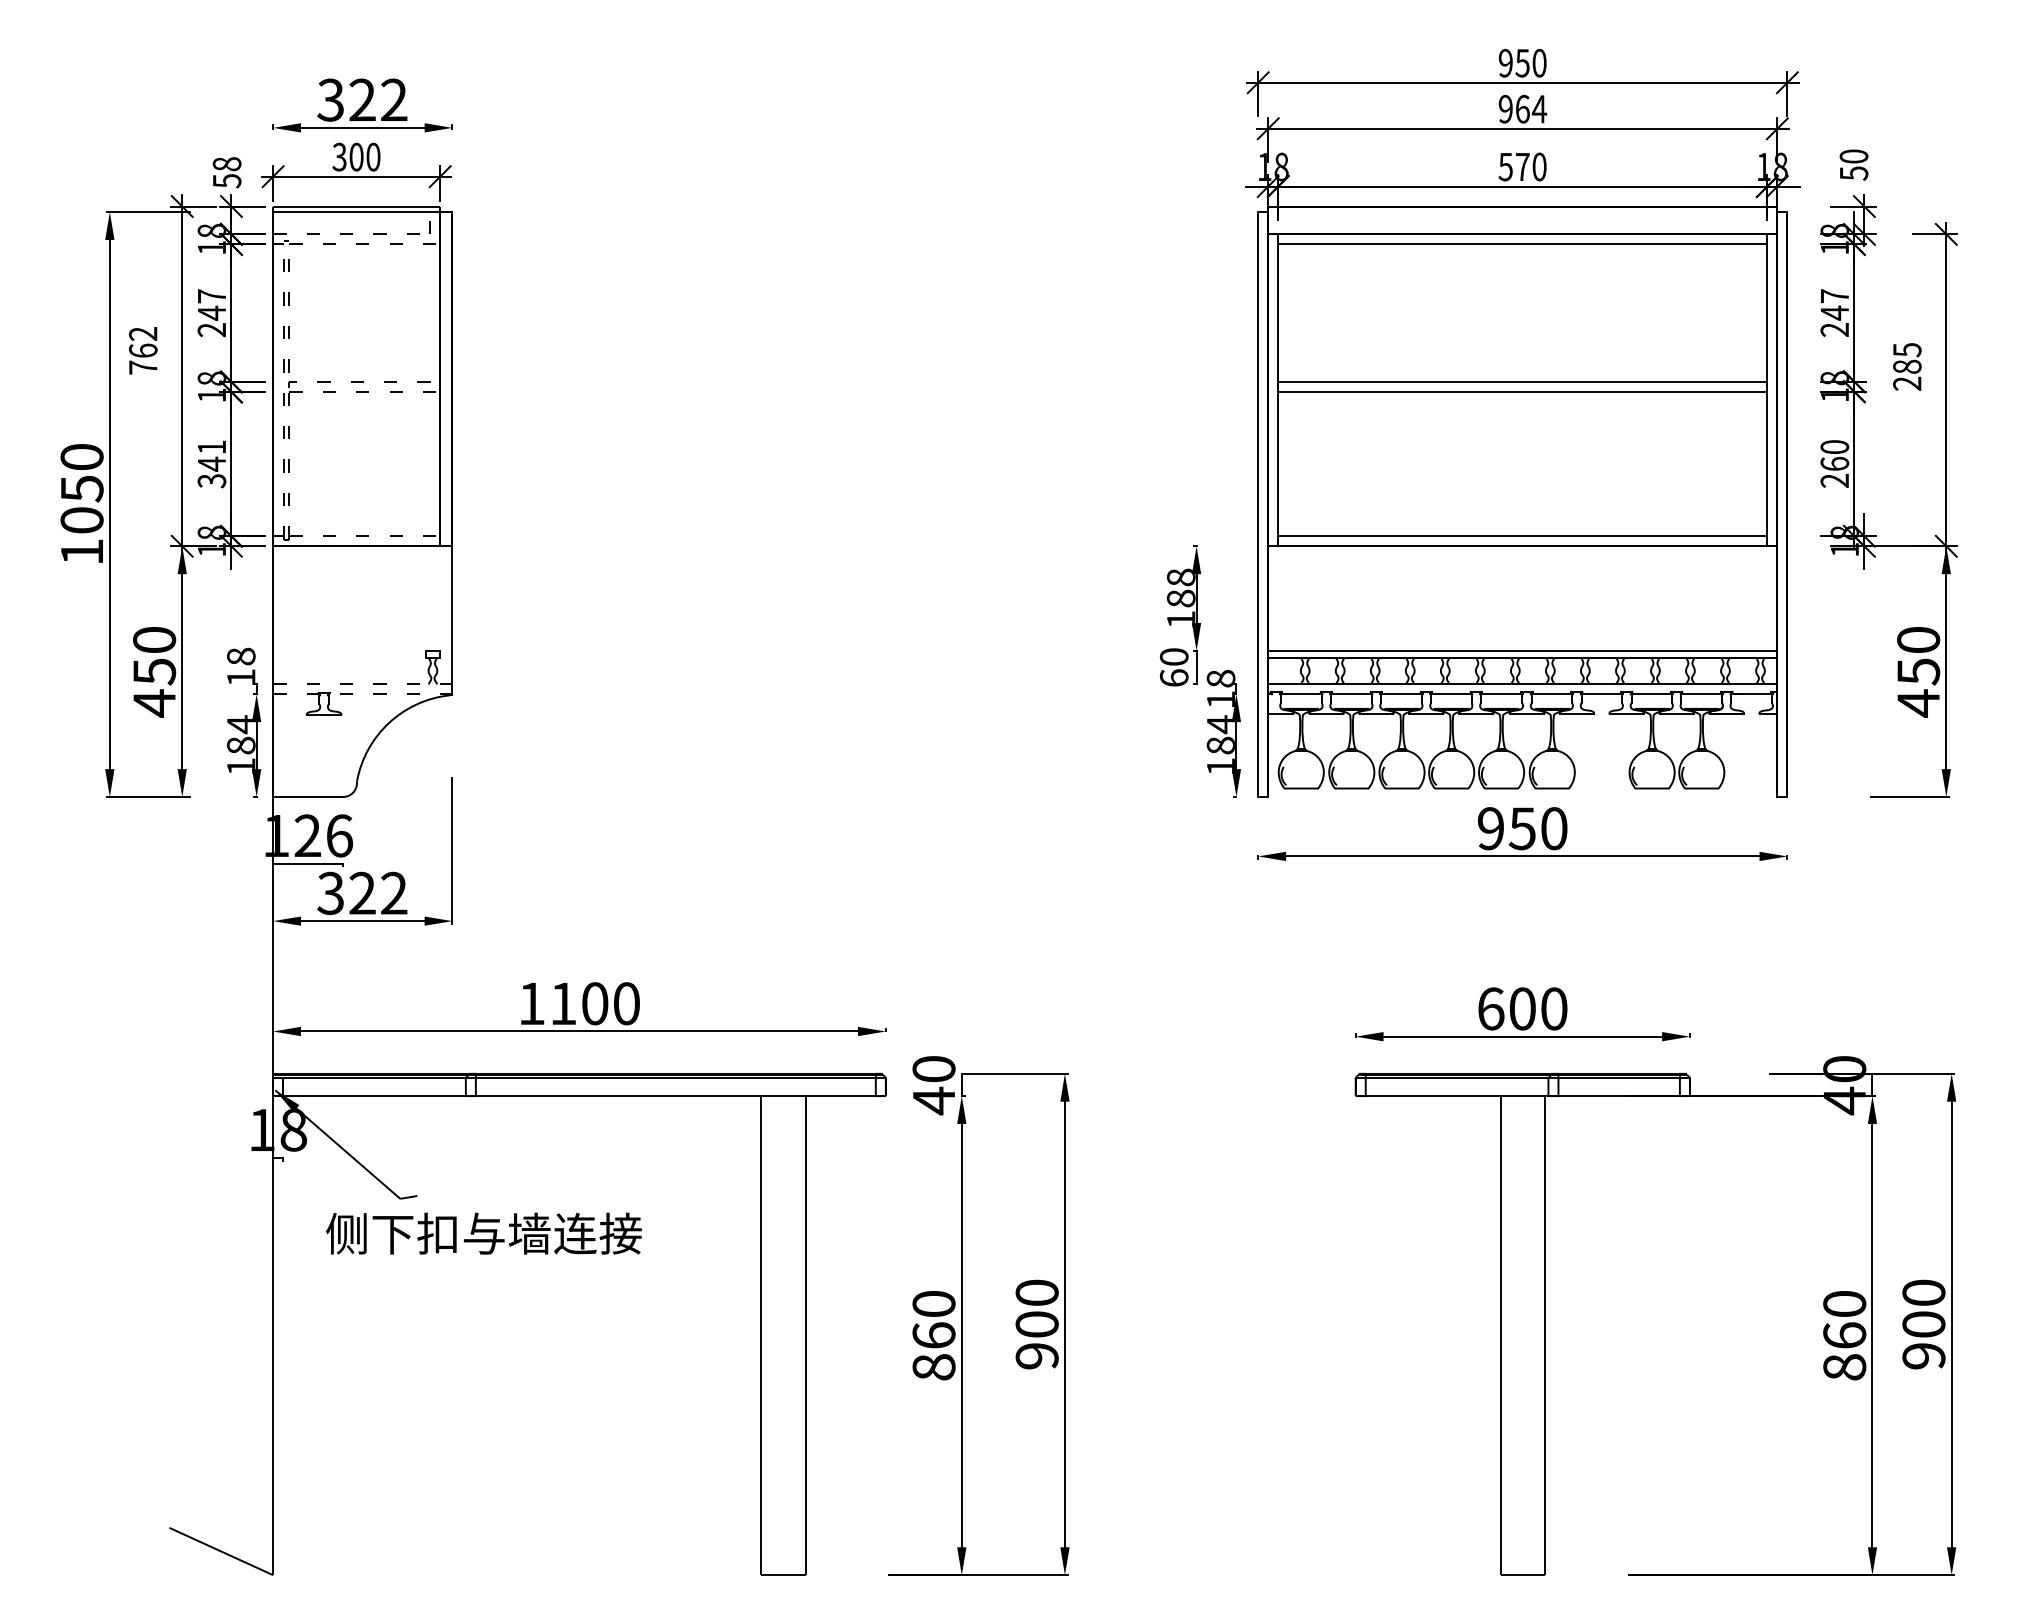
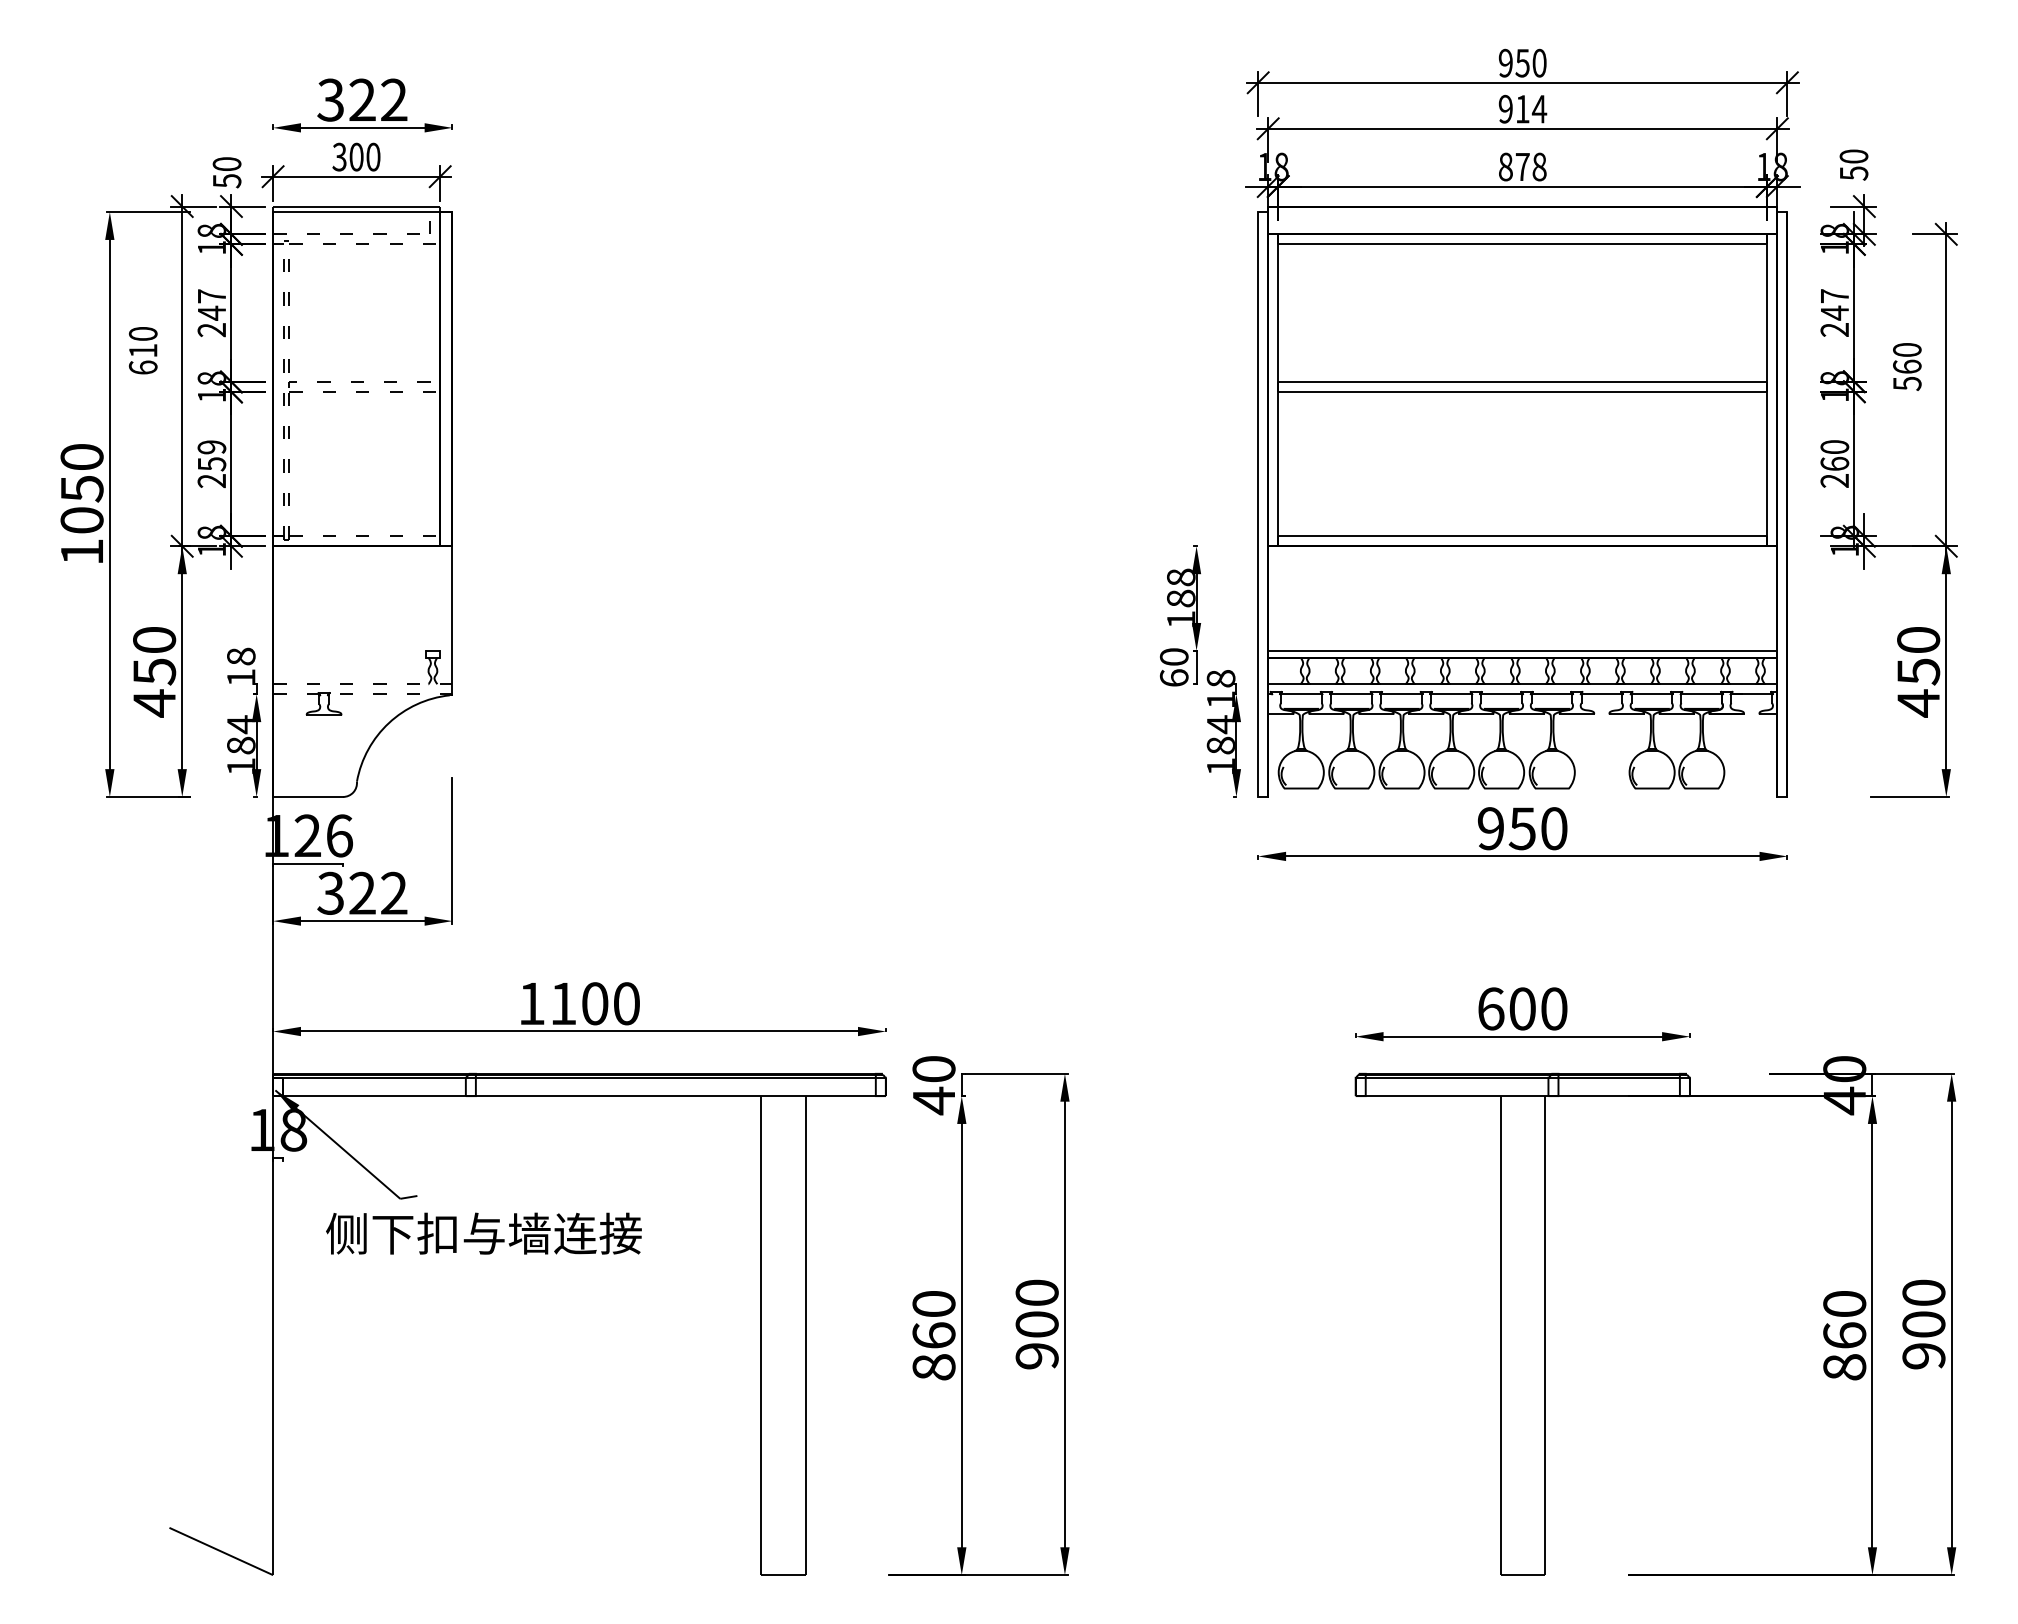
text at (1522, 108): 964 -> 914
text at (227, 164): 58 -> 50
text at (1522, 166): 570 -> 878
text at (142, 350): 762 -> 610
text at (1907, 366): 285 -> 560
text at (211, 464): 341 -> 259
